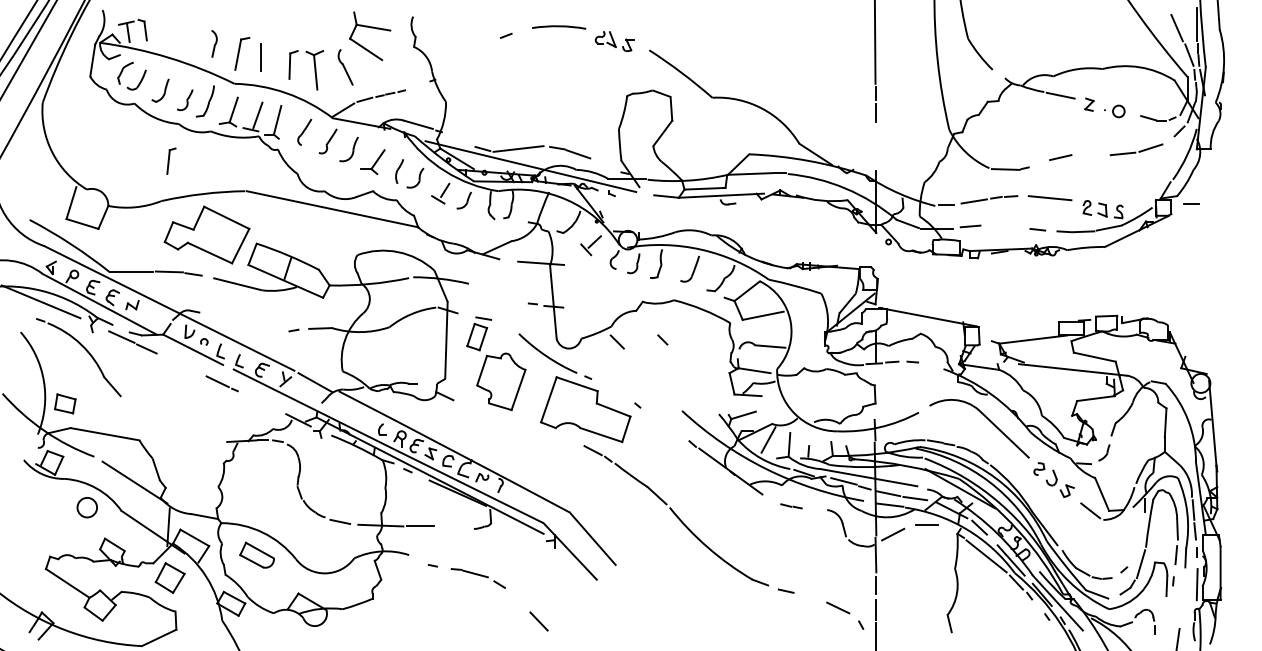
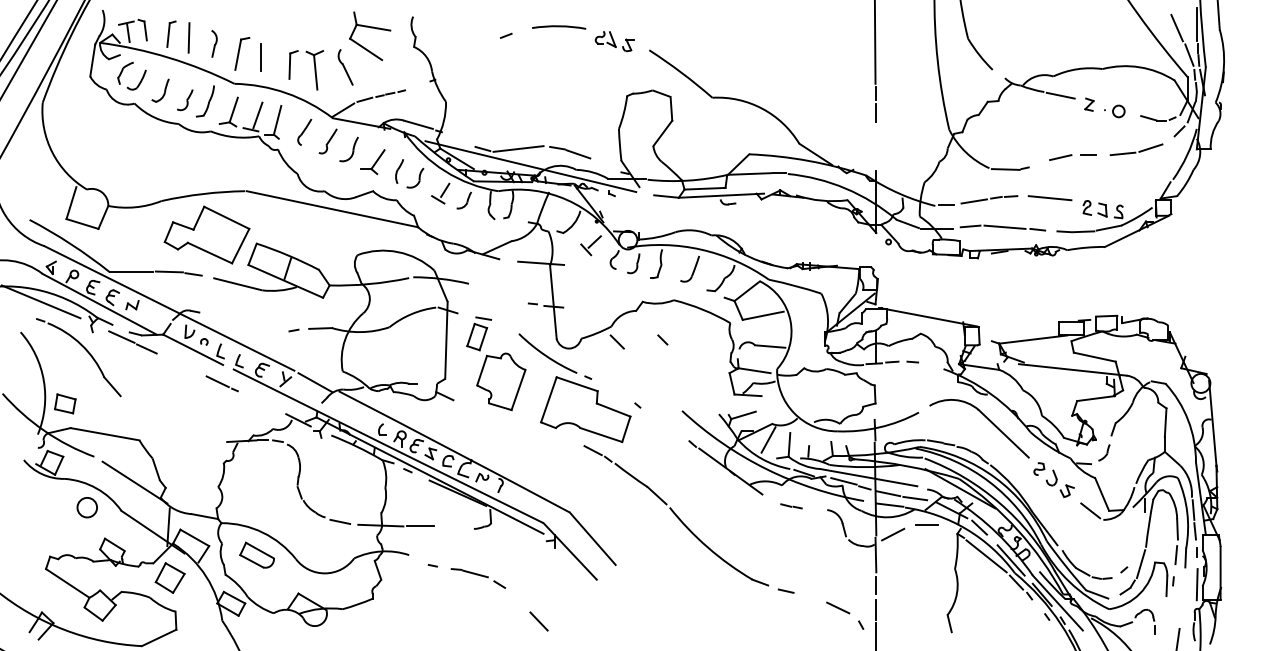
line at (188, 37): none -> present
part at (171, 160) position: (171, 160) -> (171, 33)
line at (1191, 203) position: (1191, 203) -> (1088, 154)
line at (1004, 226): none -> present
